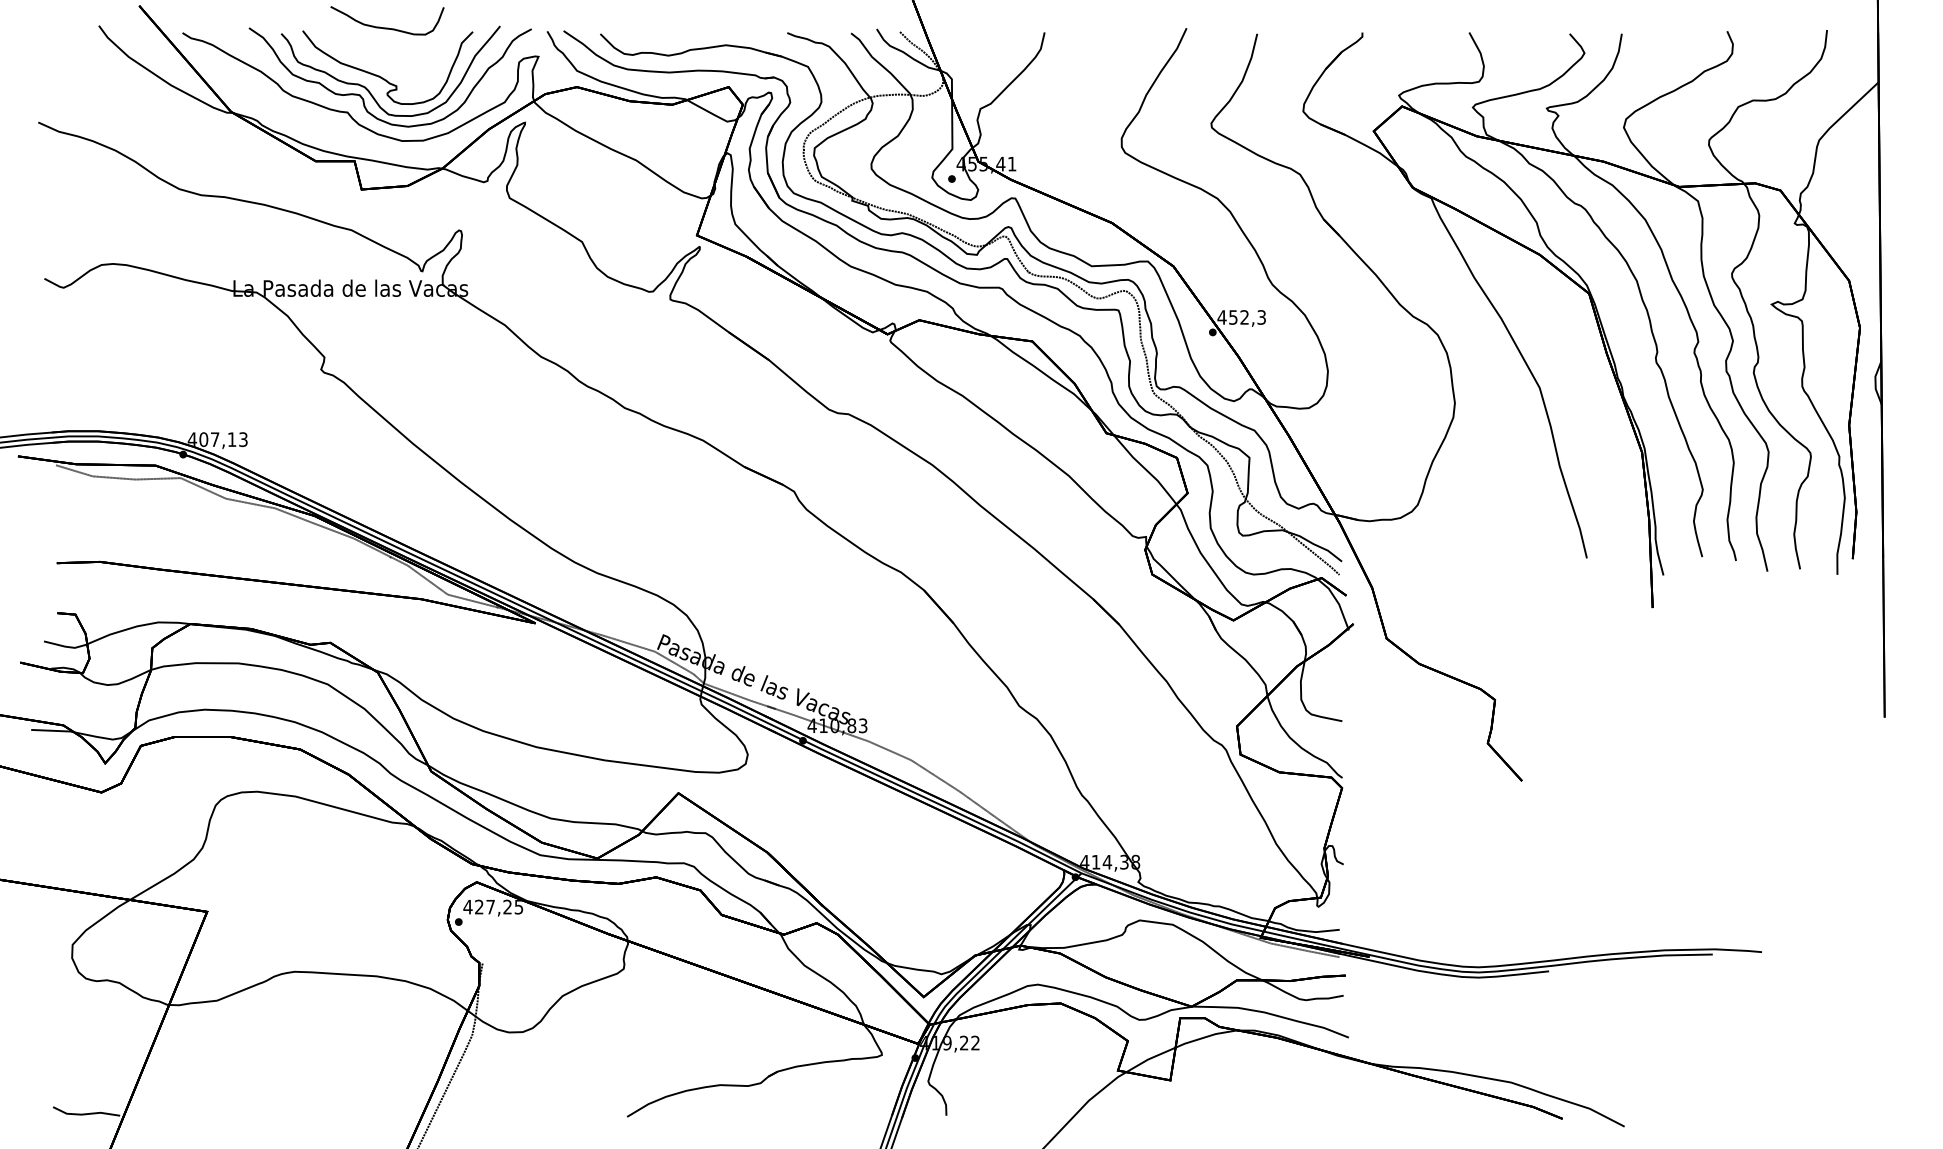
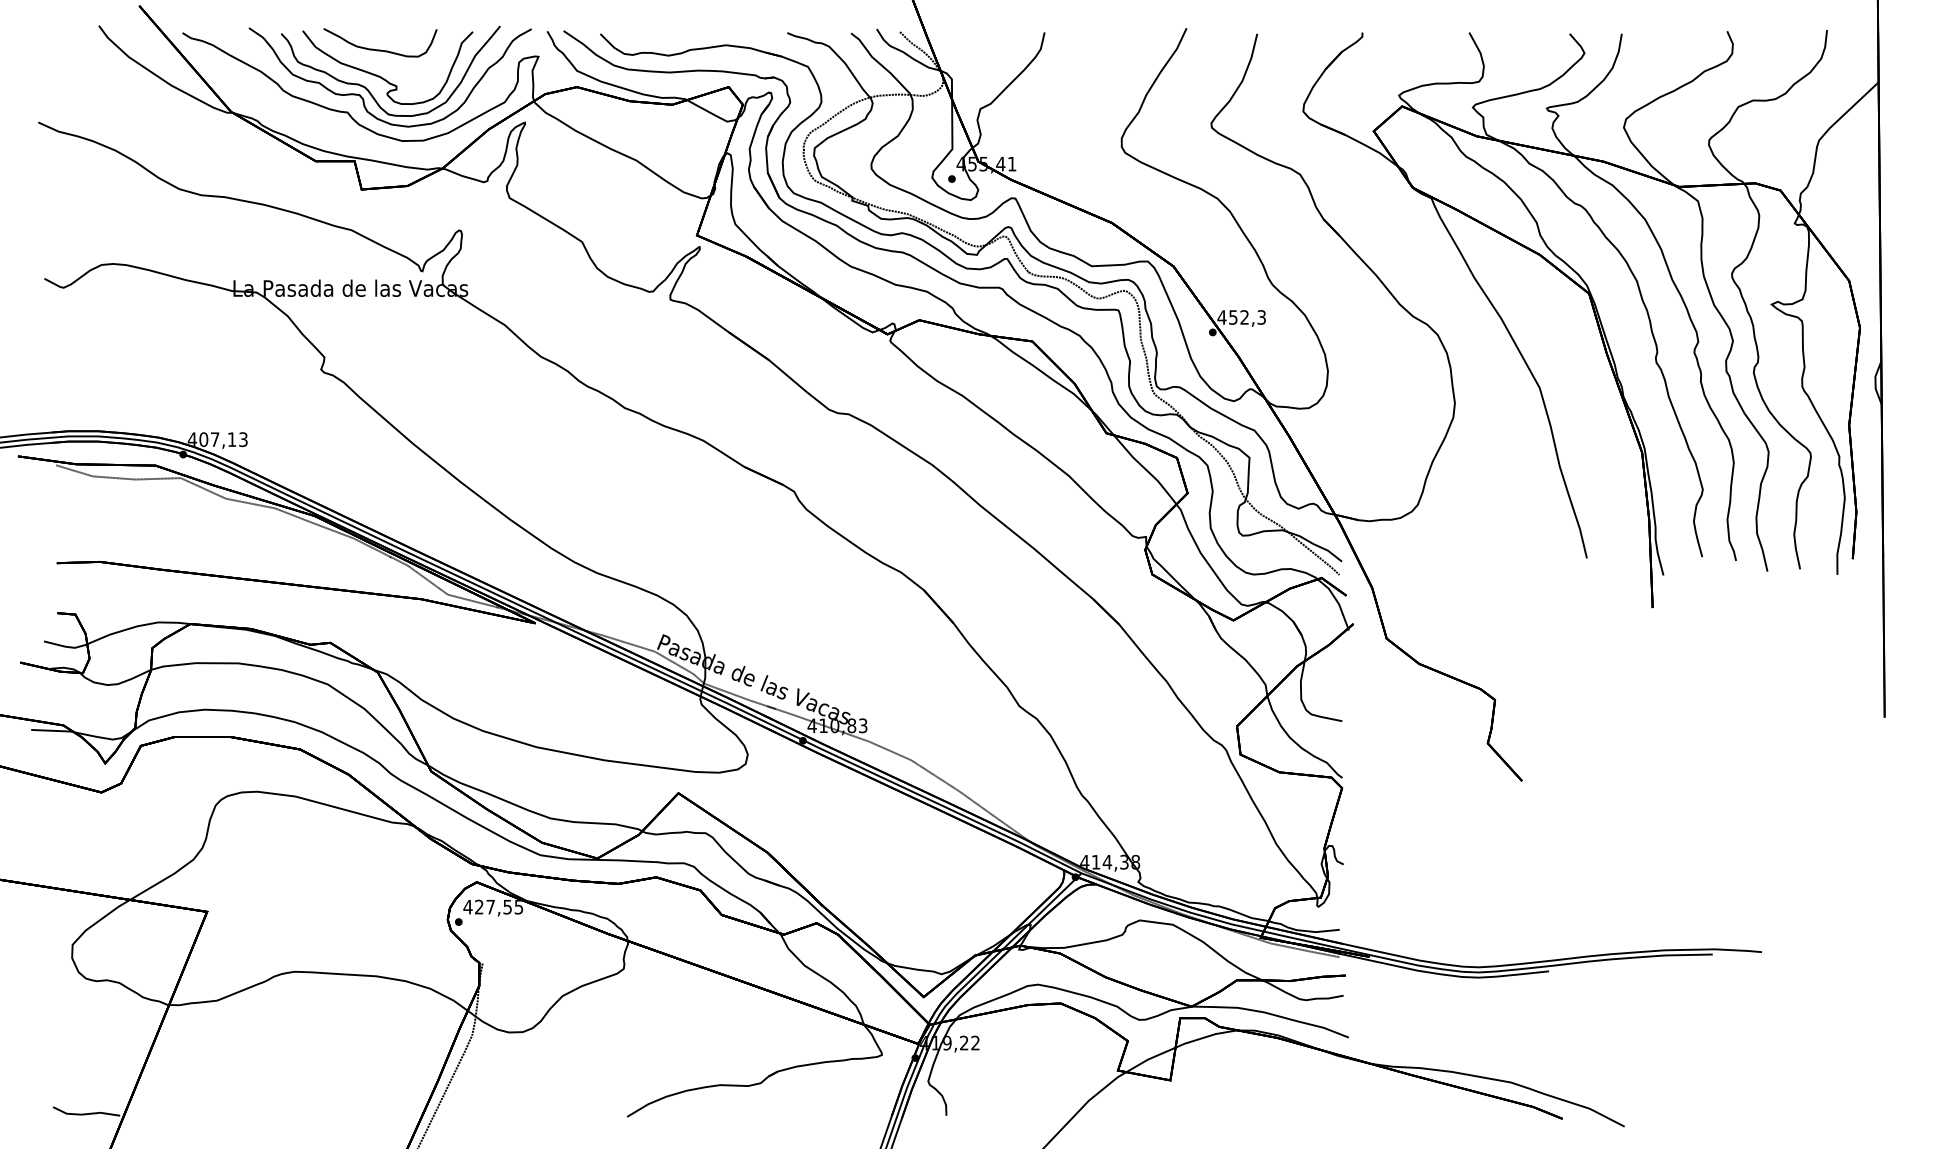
curve at (387, 27) position: (387, 27) -> (380, 49)
text at (507, 906): 427,25 -> 427,55
